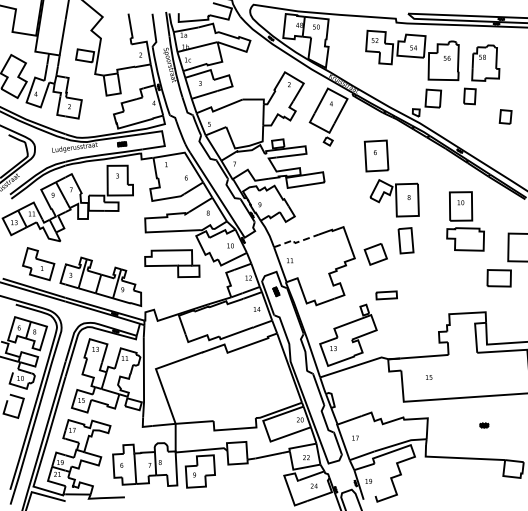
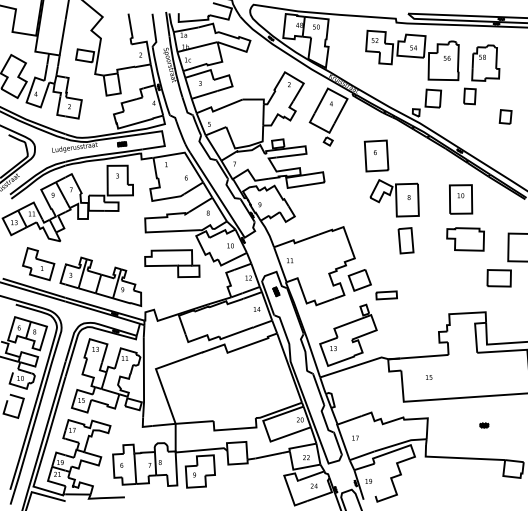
part at (461, 206) position: (461, 206) -> (461, 199)
line at (294, 243): dashed -> solid
part at (375, 254) position: (375, 254) -> (359, 280)
